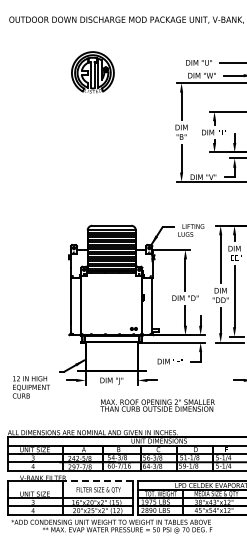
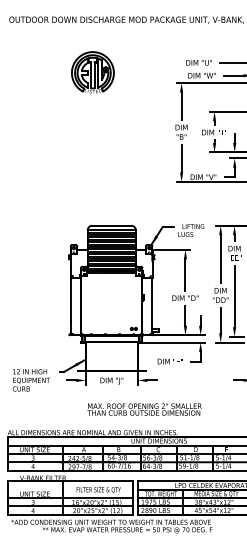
text at (30, 387) position: (30, 387) -> (30, 380)
text at (157, 405) position: (157, 405) -> (144, 409)
line at (98, 481): dashed -> solid
